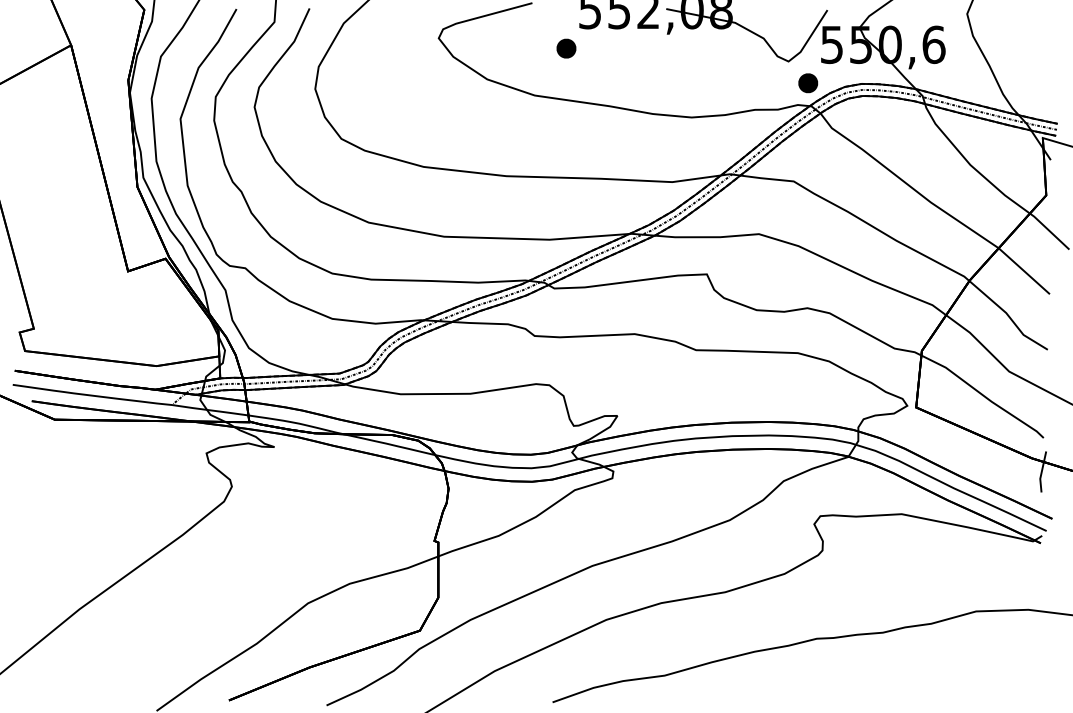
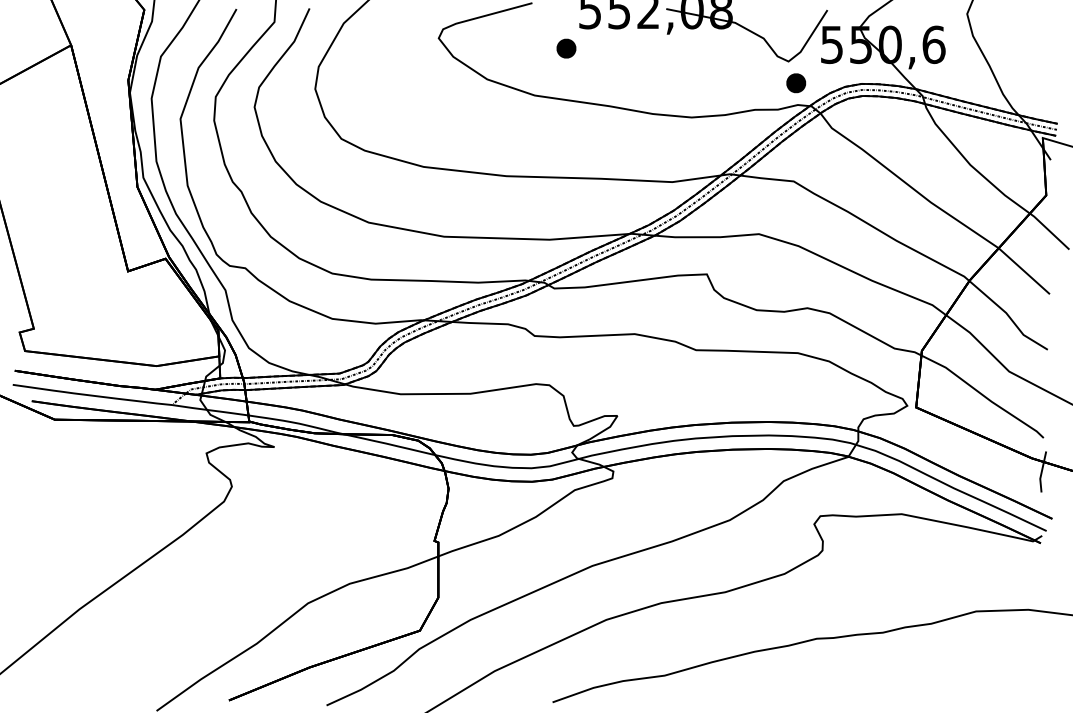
part at (808, 83) position: (808, 83) -> (796, 83)
